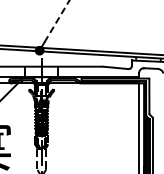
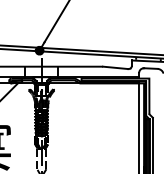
line at (57, 20): dashed -> solid
